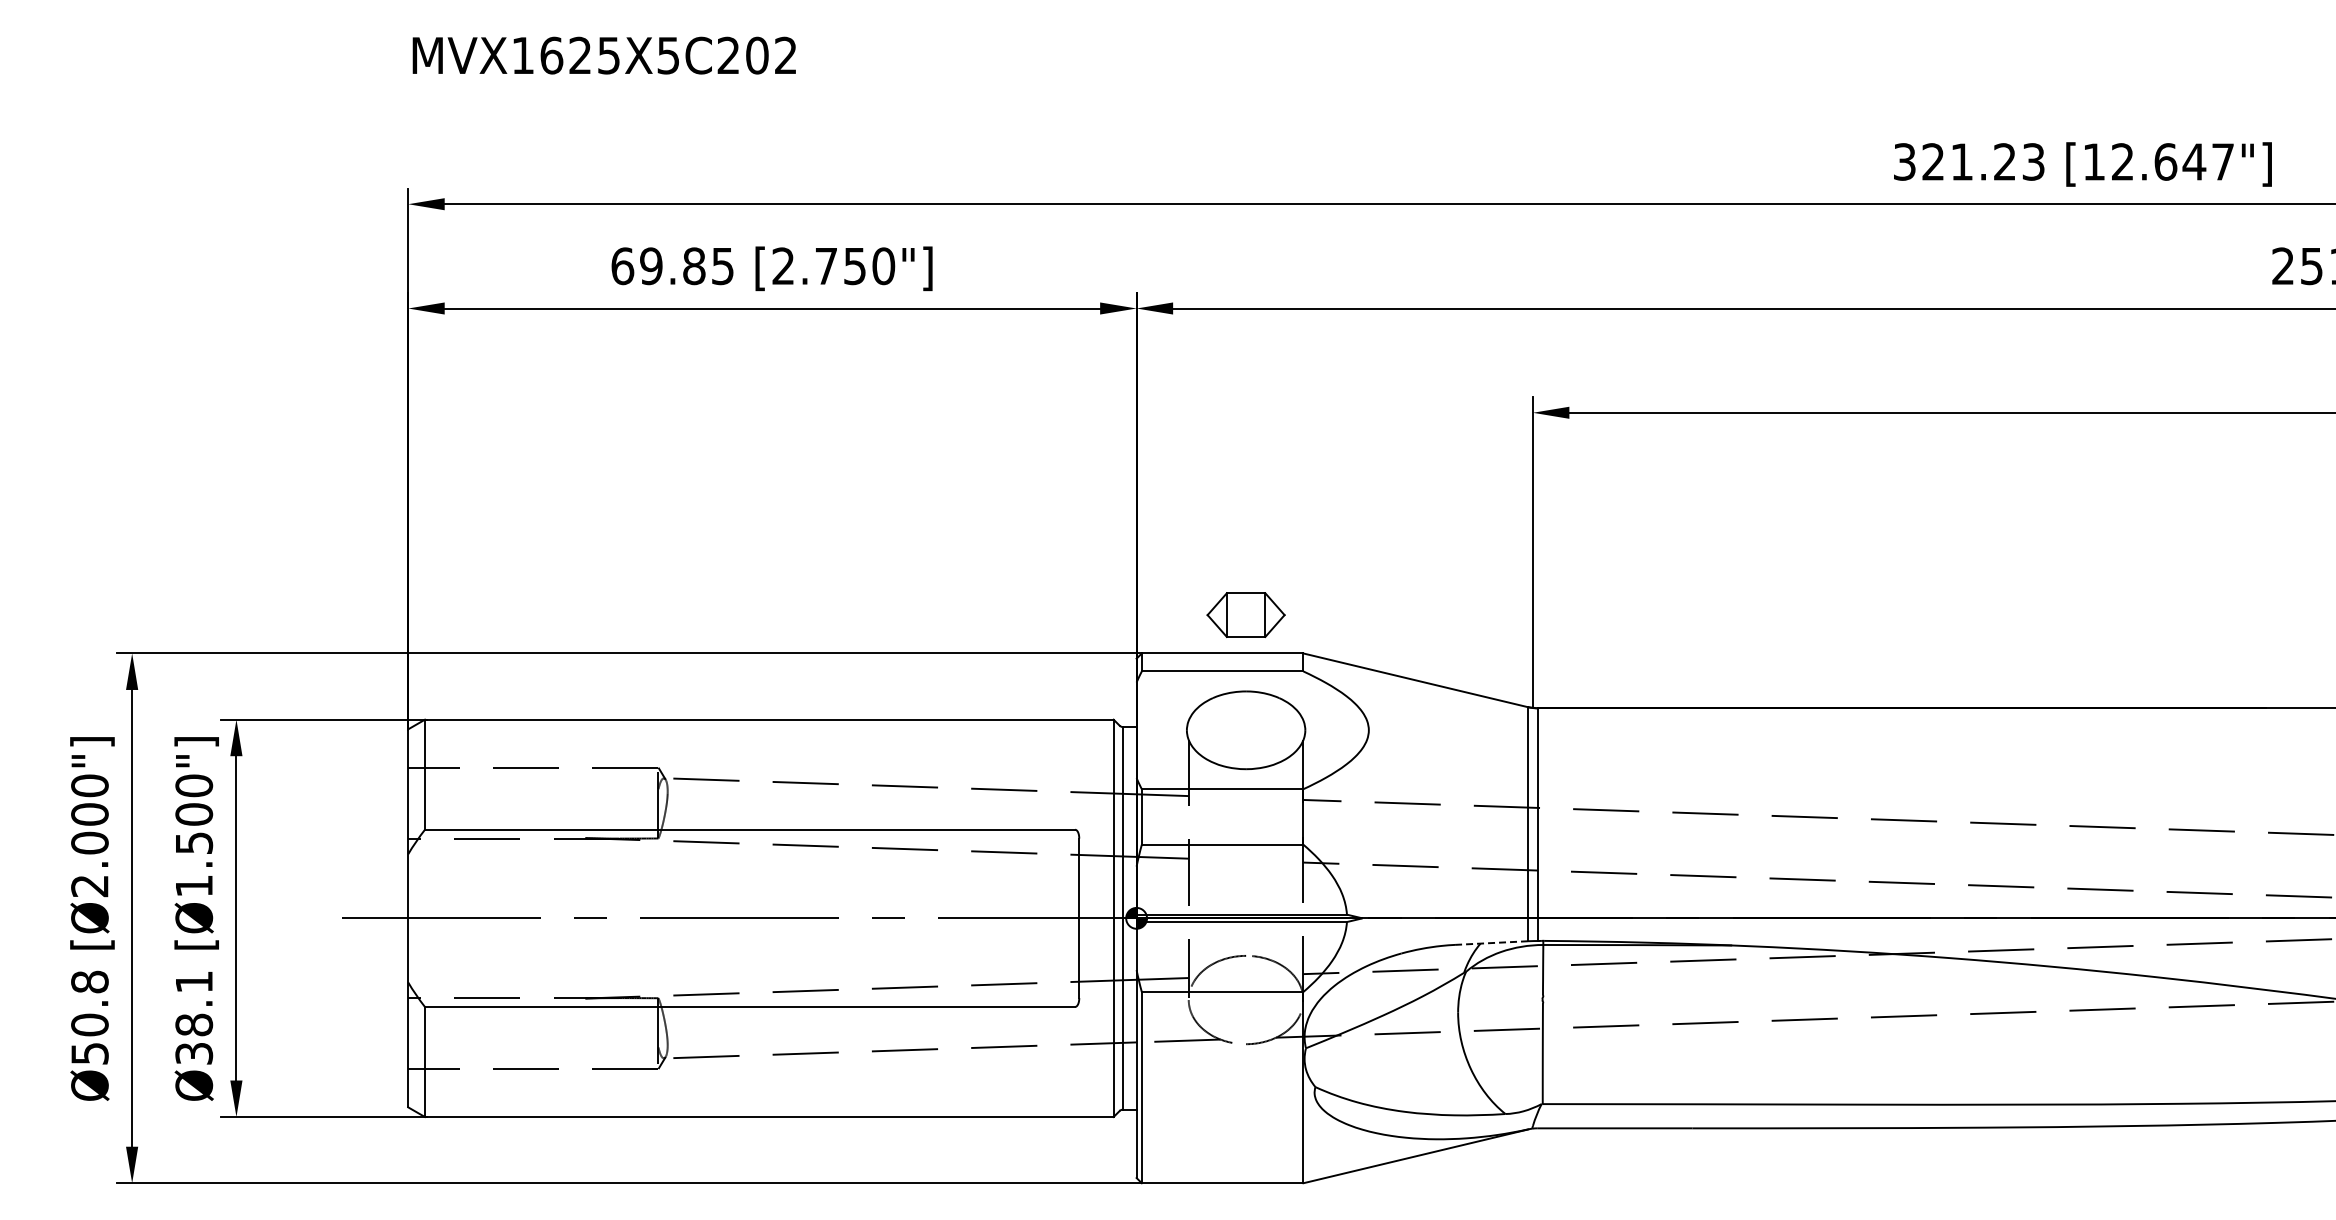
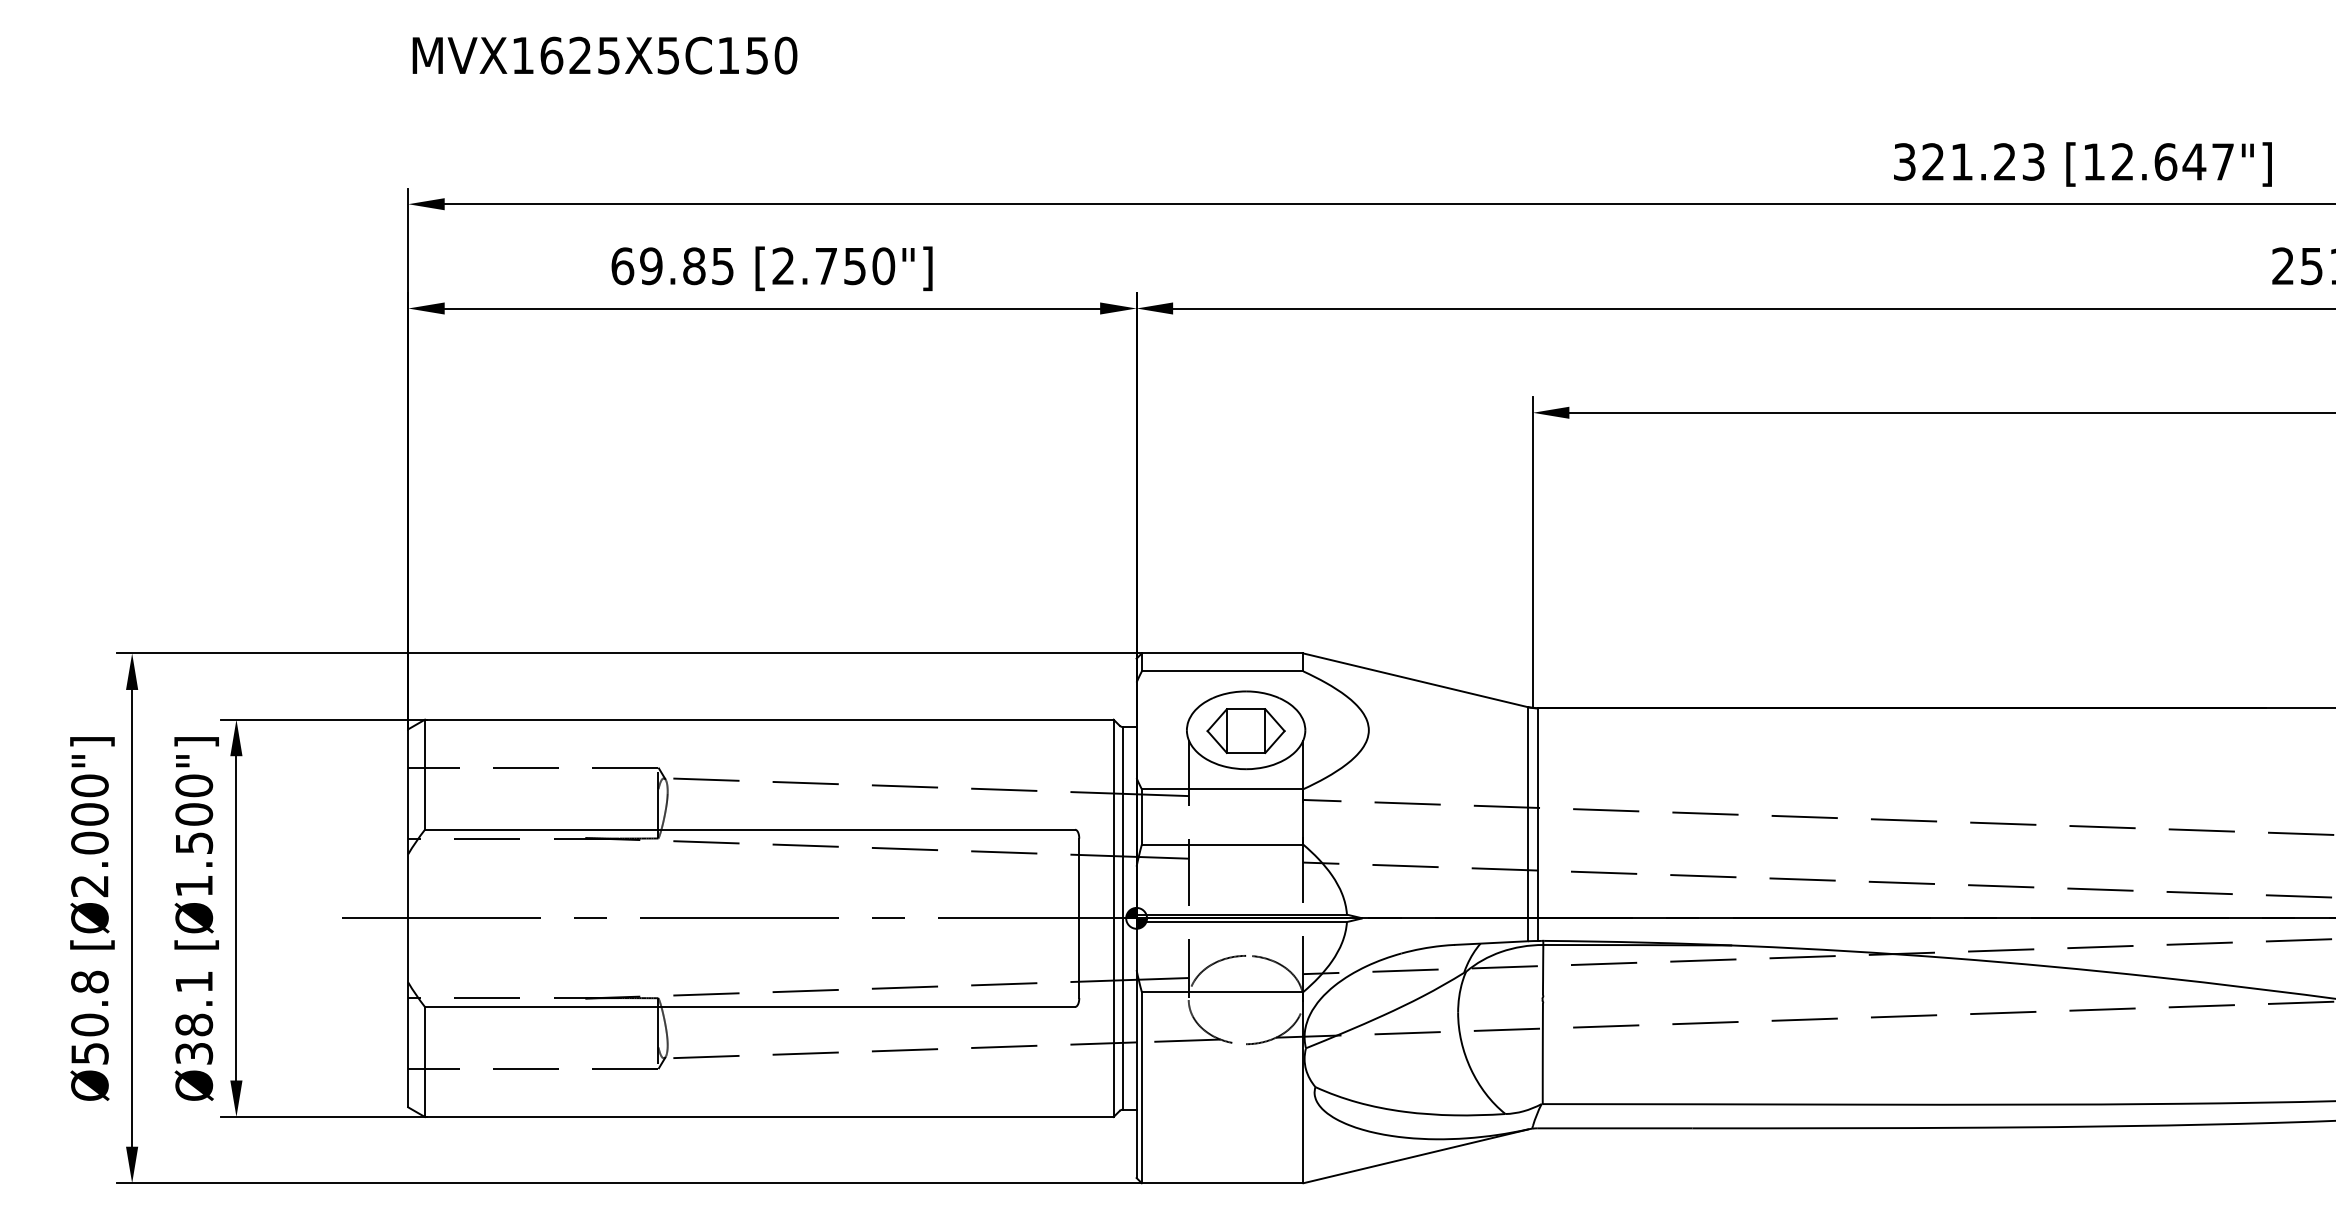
text at (757, 55): MVX1625X5C202 -> MVX1625X5C150
part at (1245, 614) position: (1245, 614) -> (1245, 730)
line at (1491, 943): dashed -> solid
